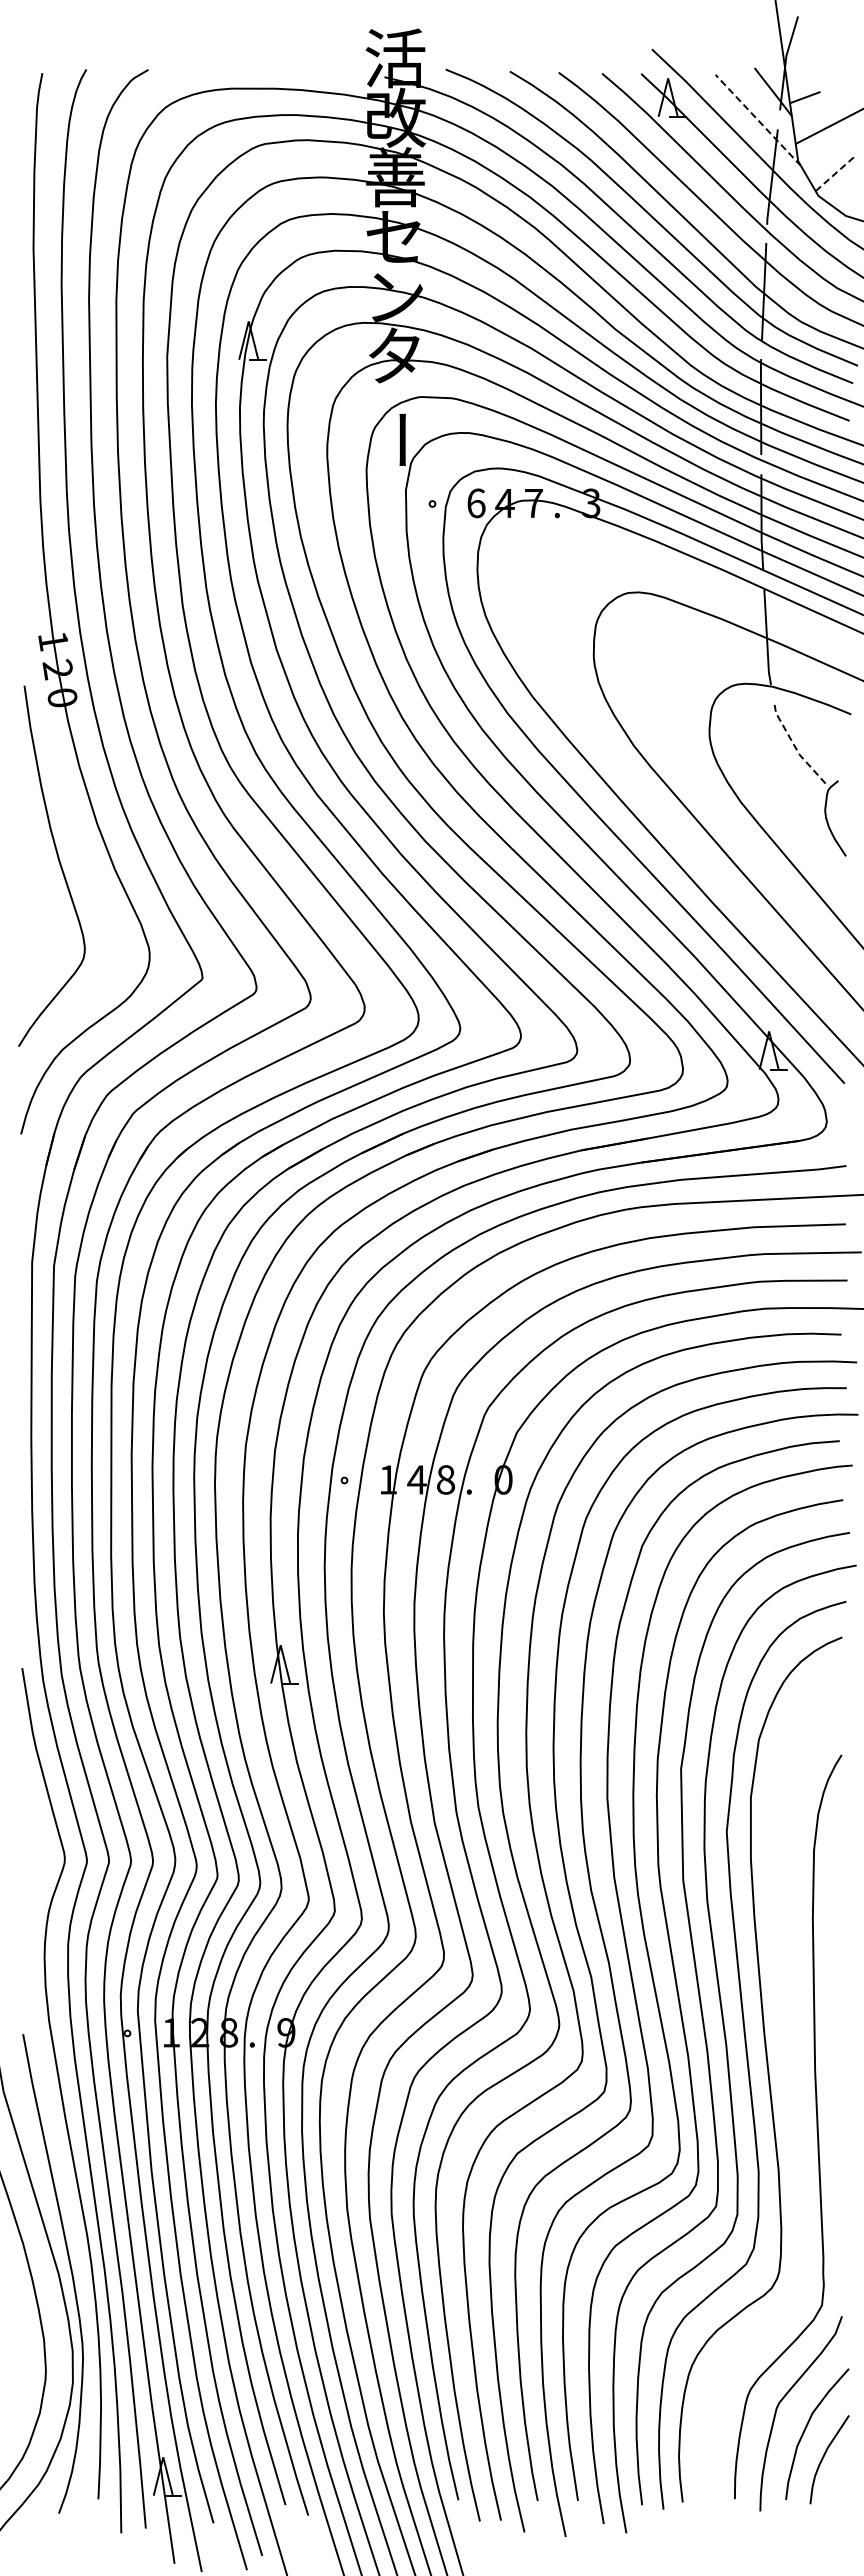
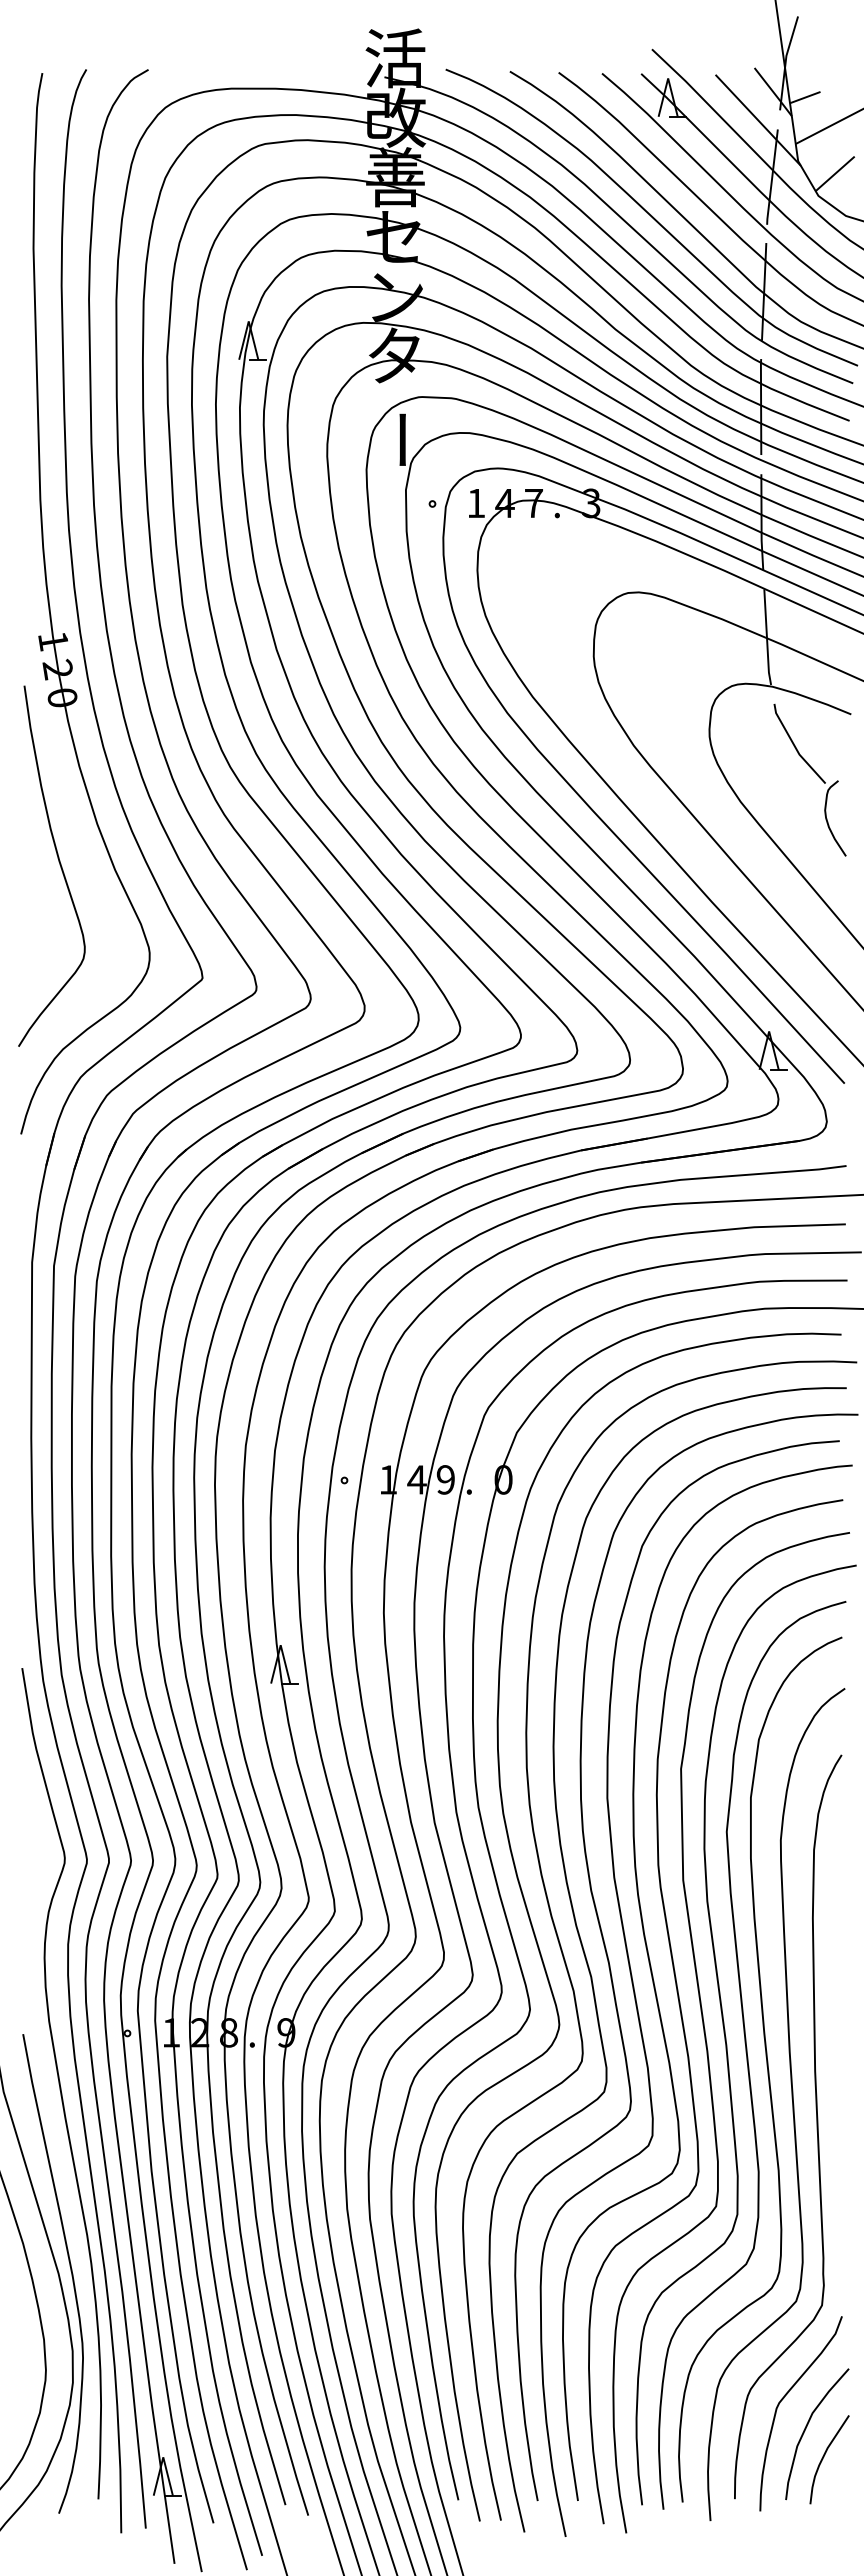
line at (757, 120): dashed -> solid
line at (835, 173): dashed -> solid
text at (476, 503): 6 -> 1
line at (794, 745): dashed -> solid
text at (445, 1479): 8 -> 9
curve at (792, 2104): none -> present
